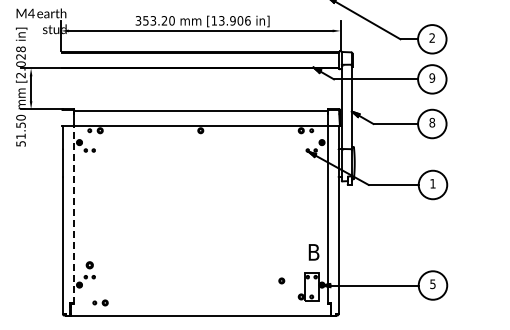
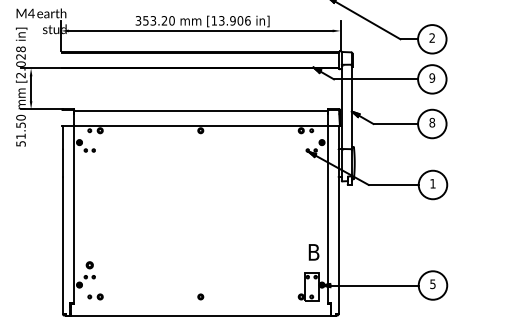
line at (73, 214): dashed -> solid
part at (281, 280) position: (281, 280) -> (200, 296)
part at (100, 302) position: (100, 302) -> (95, 296)
